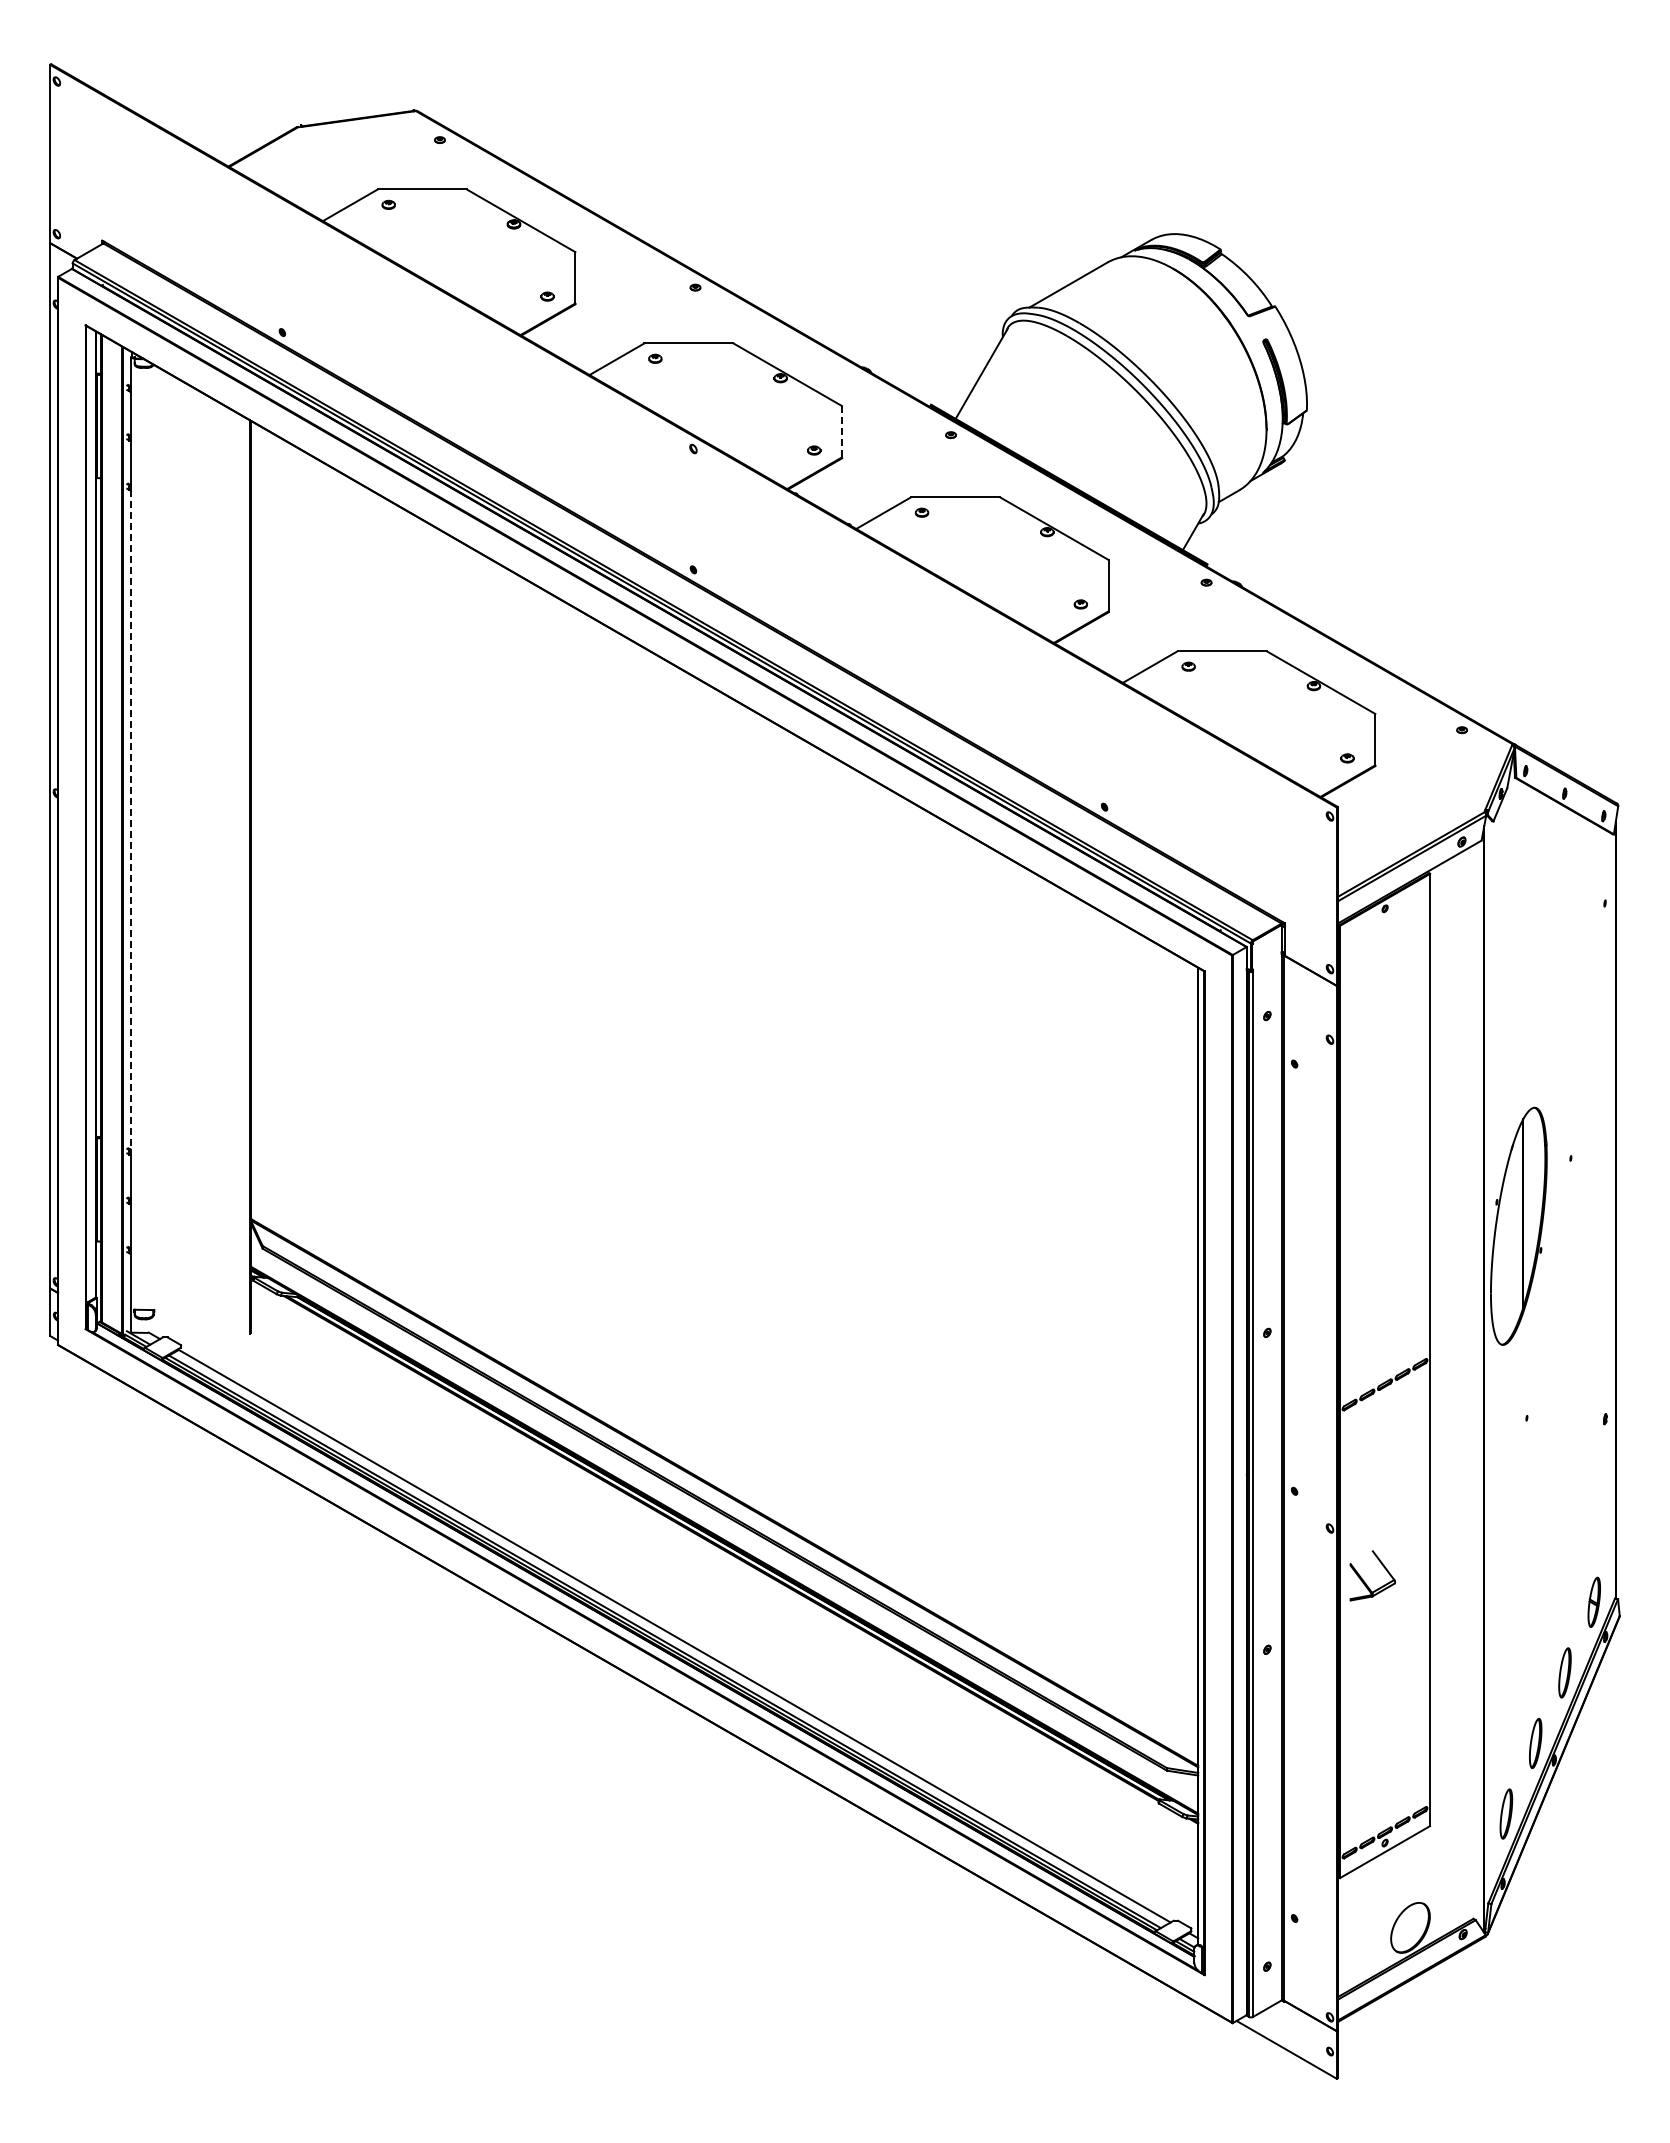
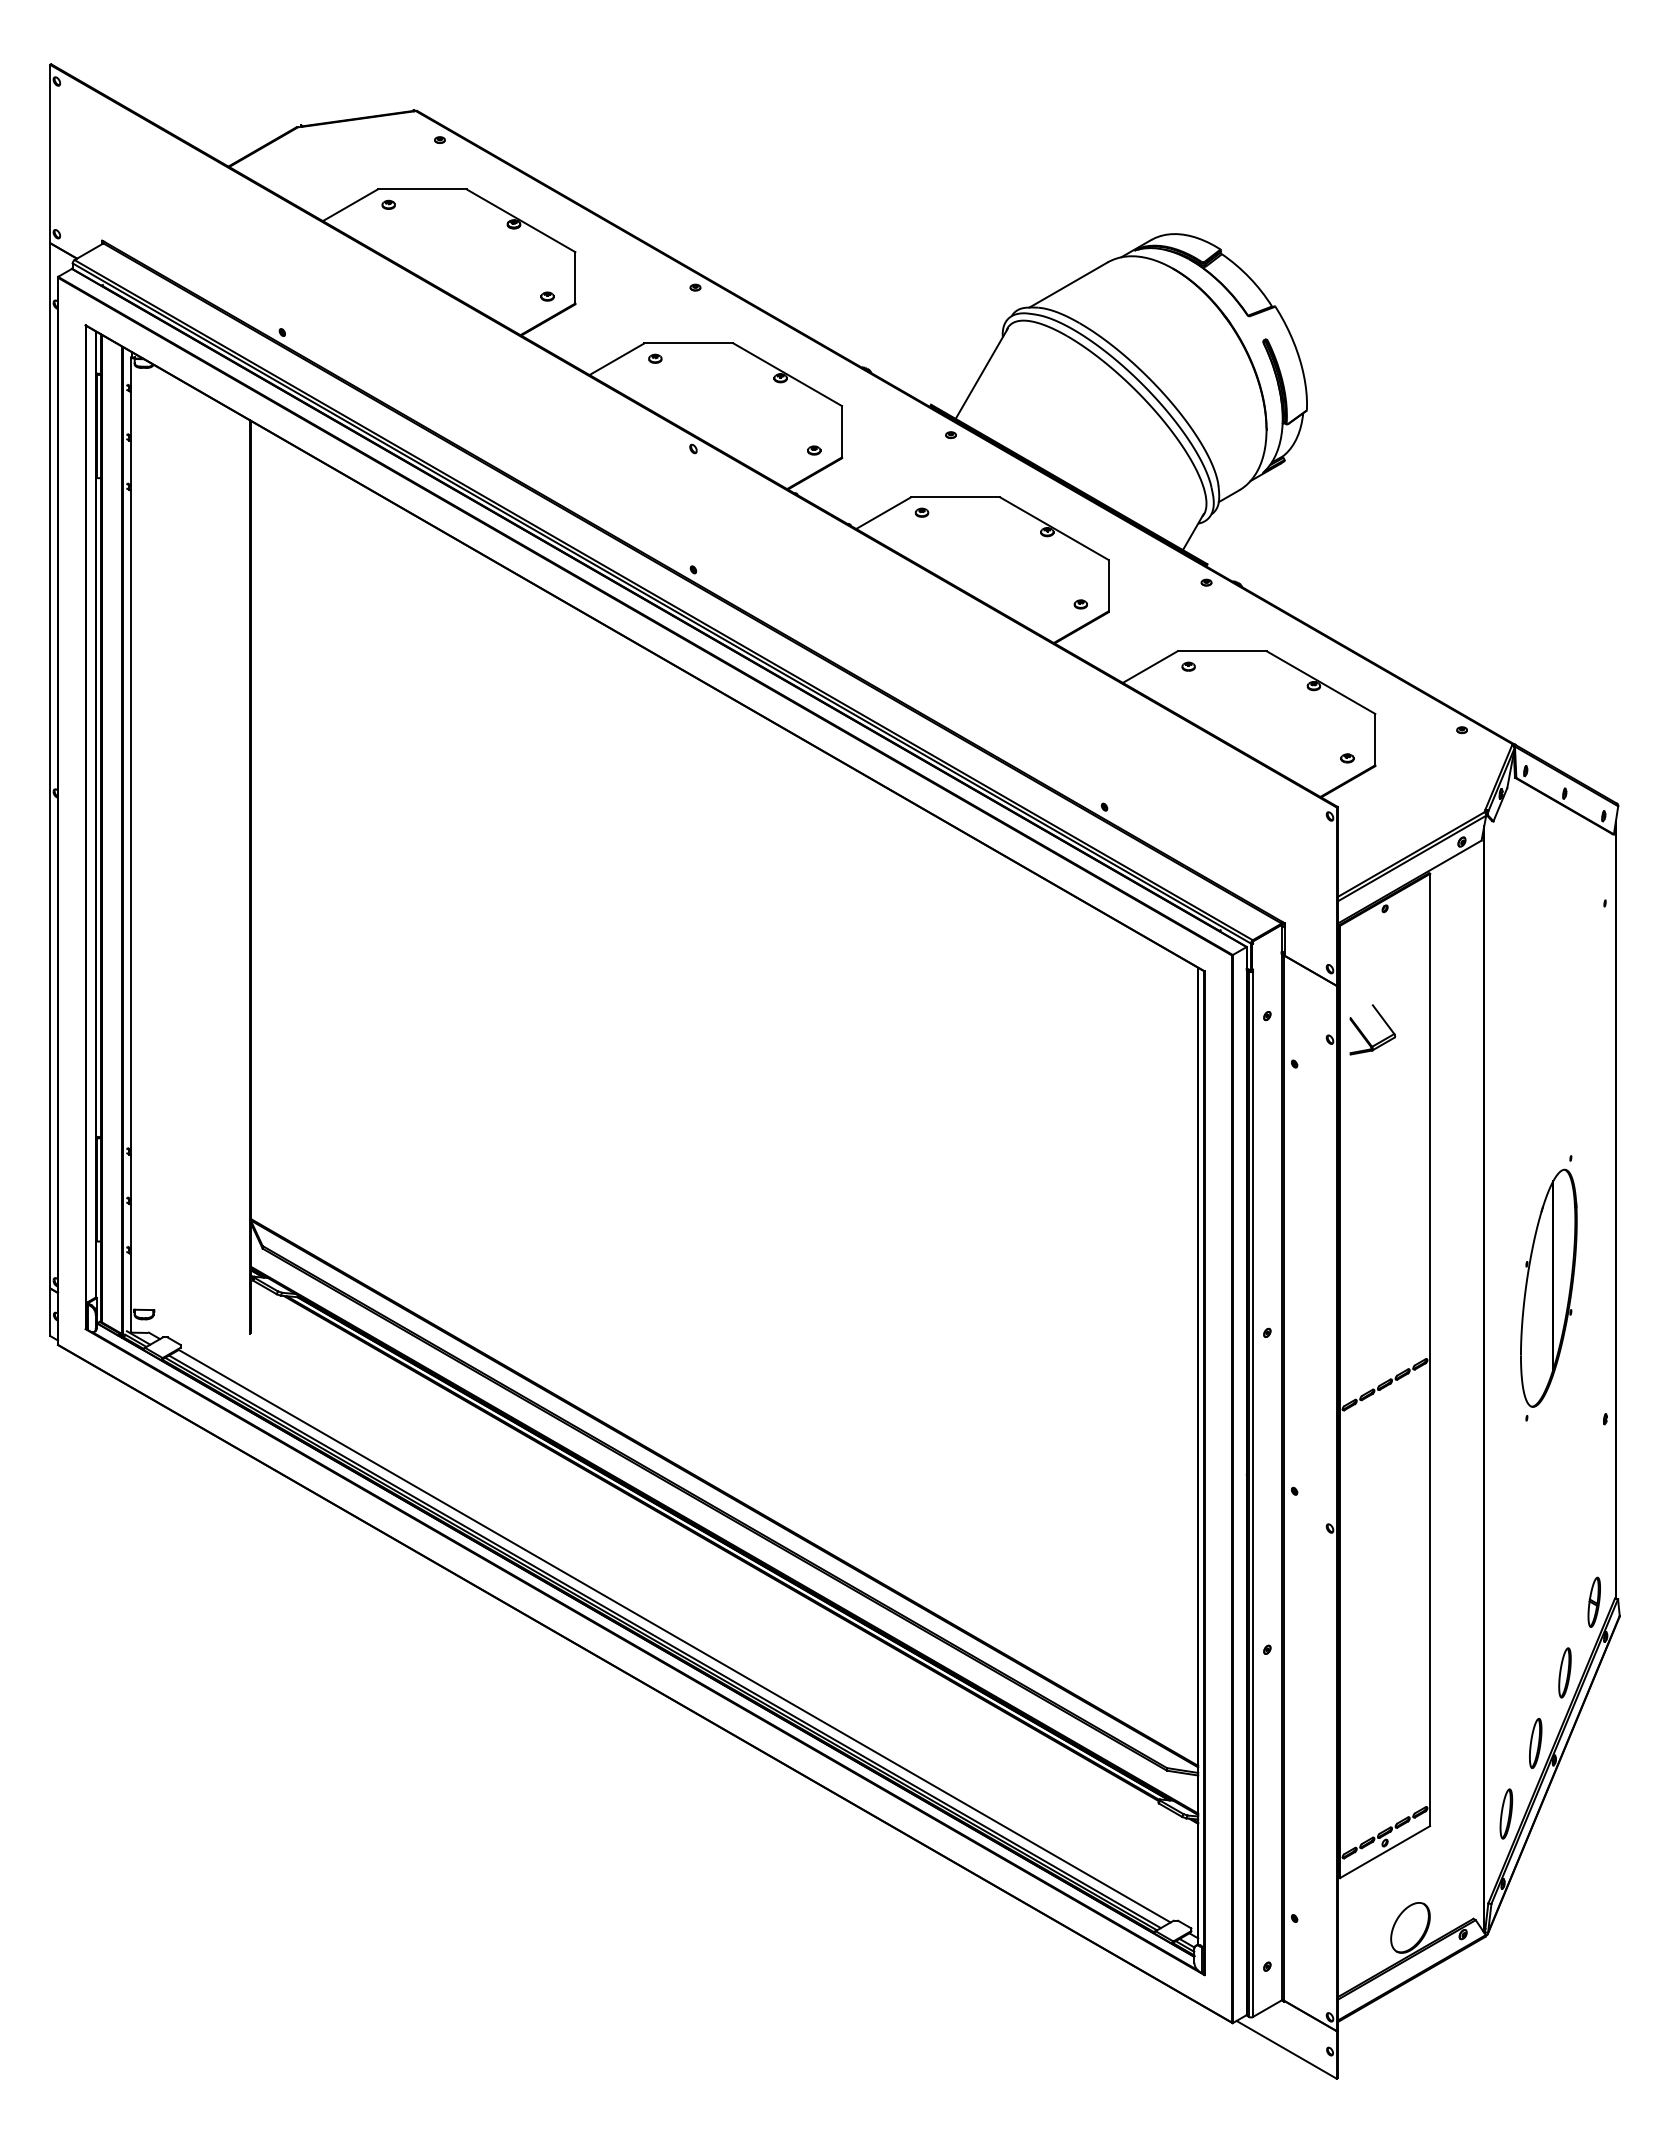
line at (842, 431): dashed -> solid
line at (131, 820): dashed -> solid
part at (1518, 1225) position: (1518, 1225) -> (1548, 1287)
part at (1364, 1580) position: (1364, 1580) -> (1364, 1034)
